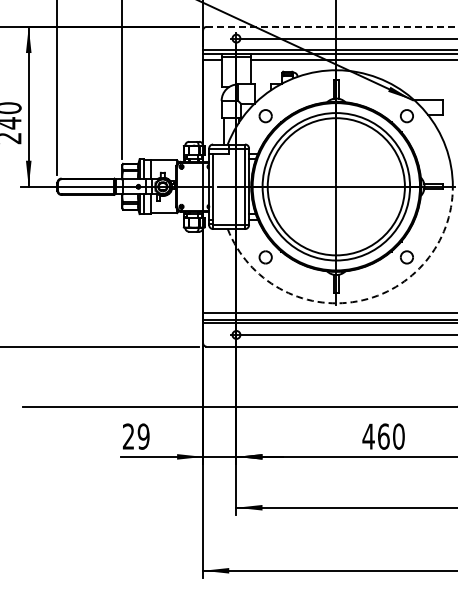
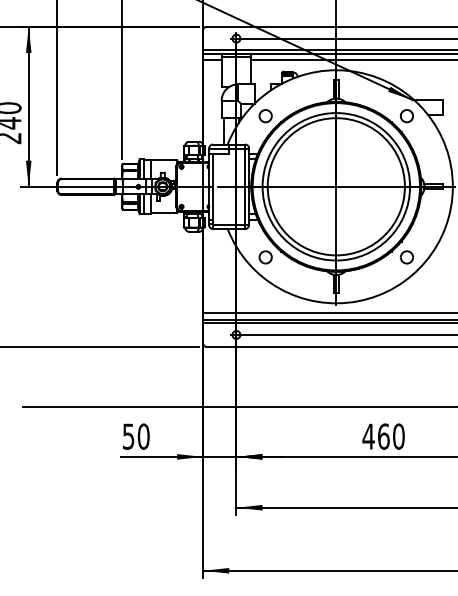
line at (332, 26): dashed -> solid
arc at (357, 301): dashed -> solid
text at (136, 436): 29 -> 50
